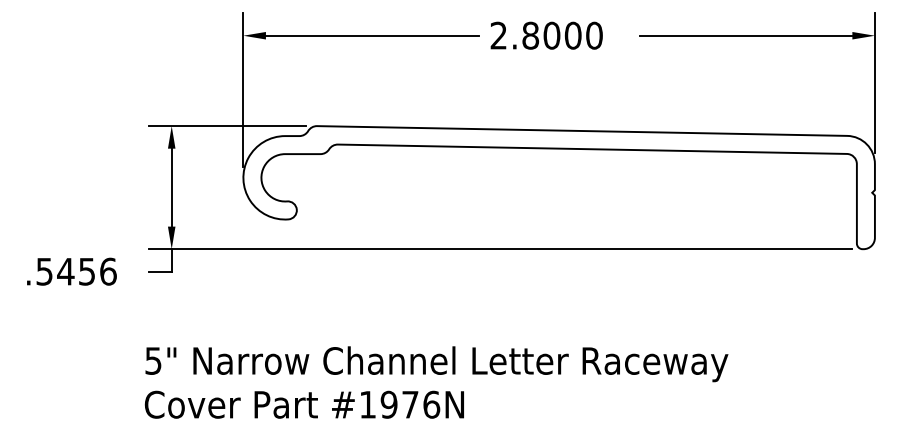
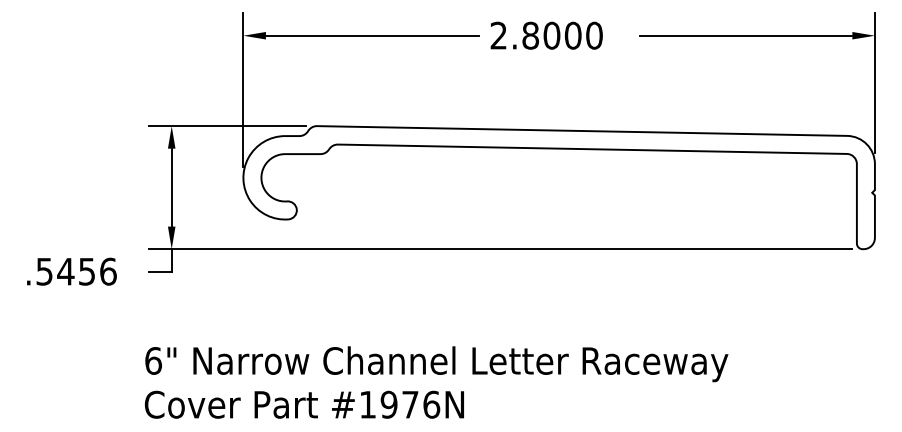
text at (153, 360): 5" -> 6"
